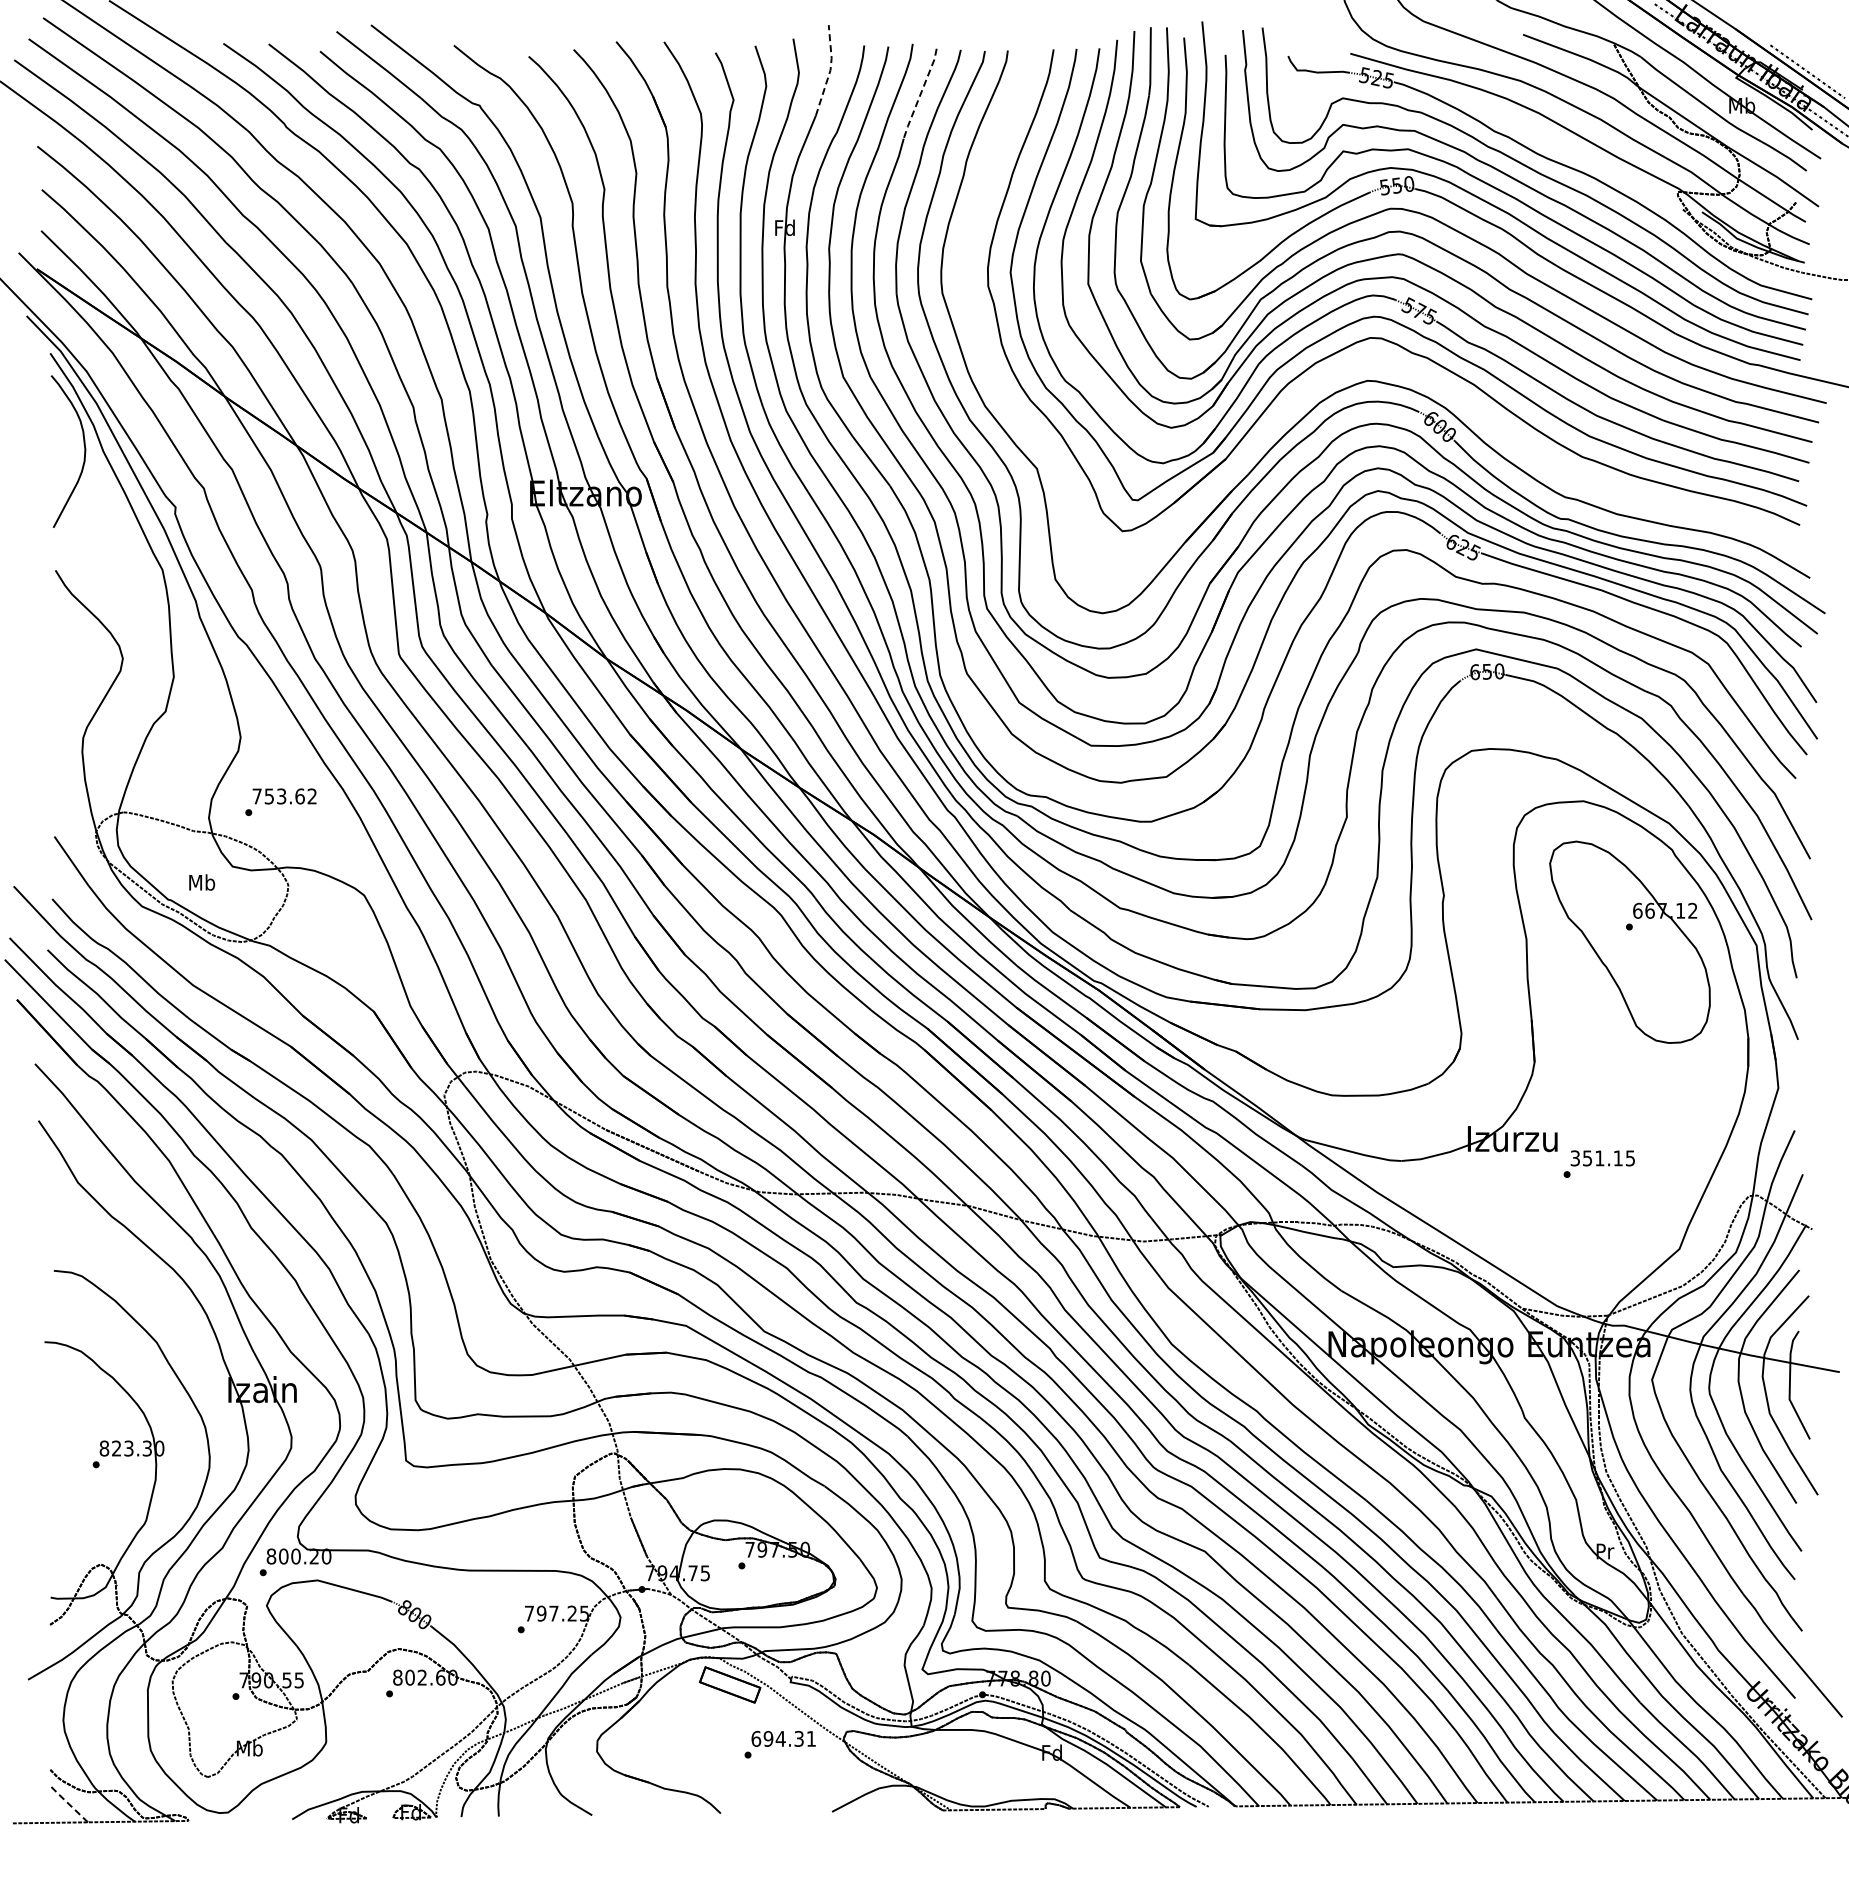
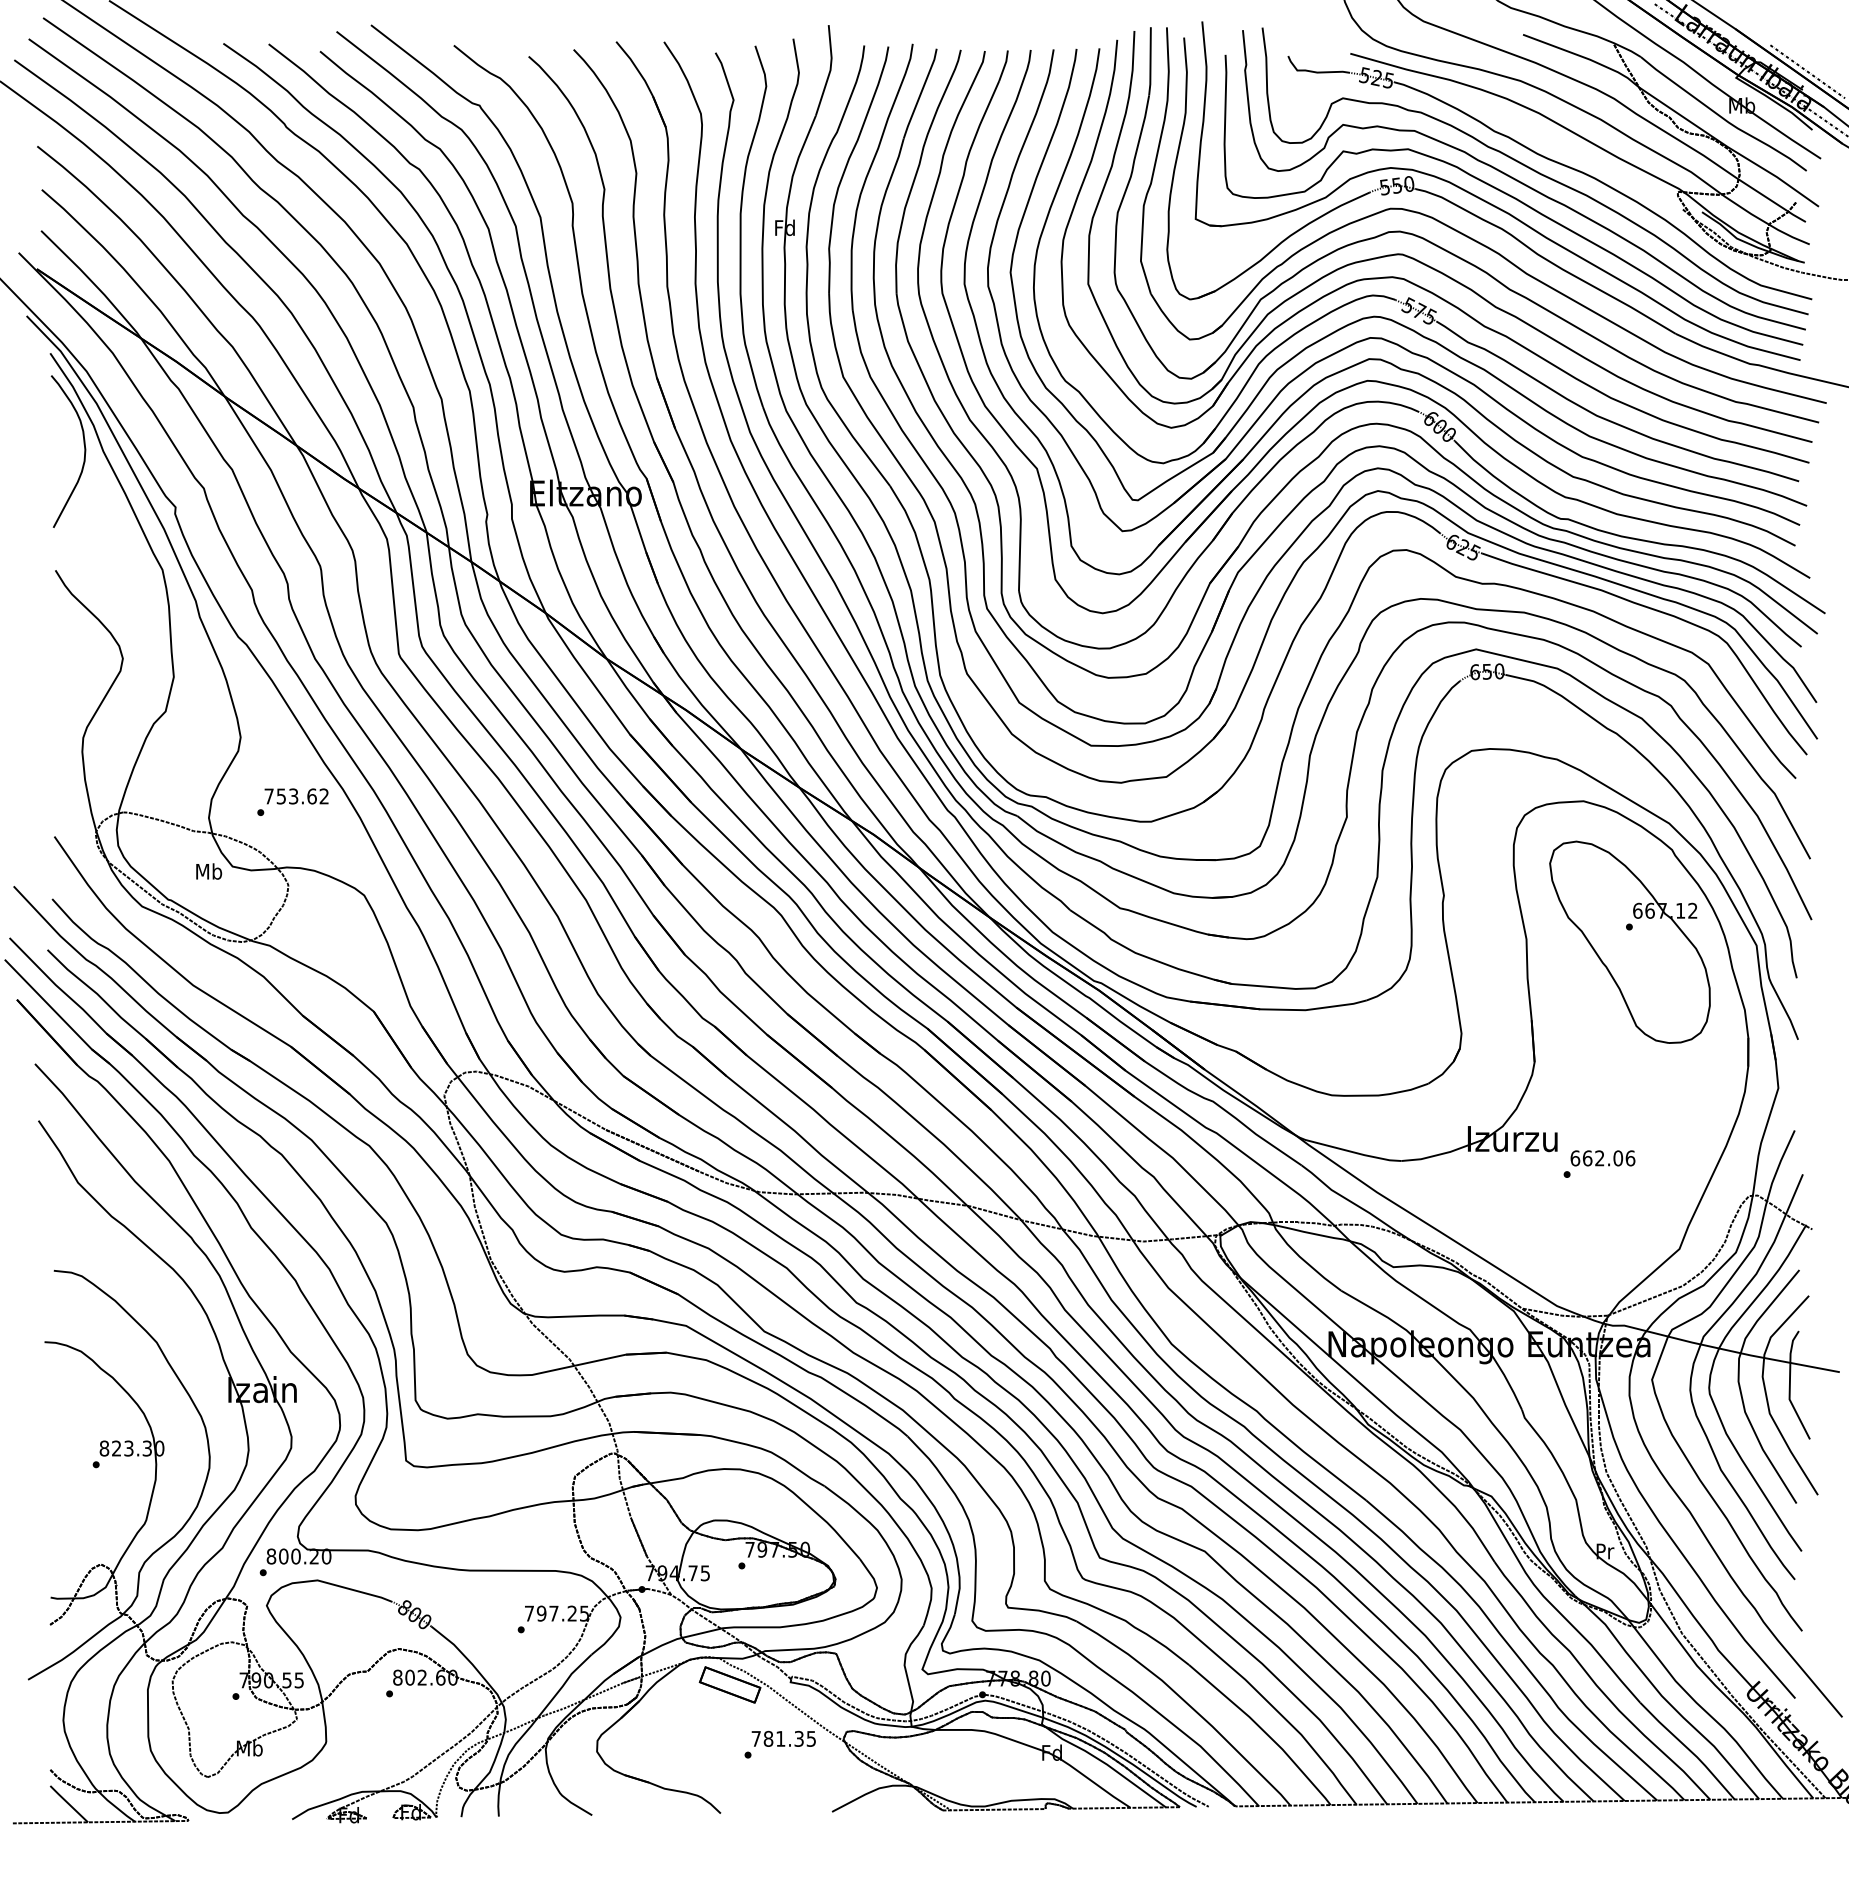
line at (830, 70): dashed -> solid
line at (920, 93): dashed -> solid
part at (1379, 358): none -> present
text at (280, 801) position: (280, 801) -> (292, 801)
text at (202, 882) position: (202, 882) -> (209, 871)
text at (1602, 1158): 351.15 -> 662.06
text at (783, 1738): 694.31 -> 781.35
line at (69, 1804): dashed -> solid
